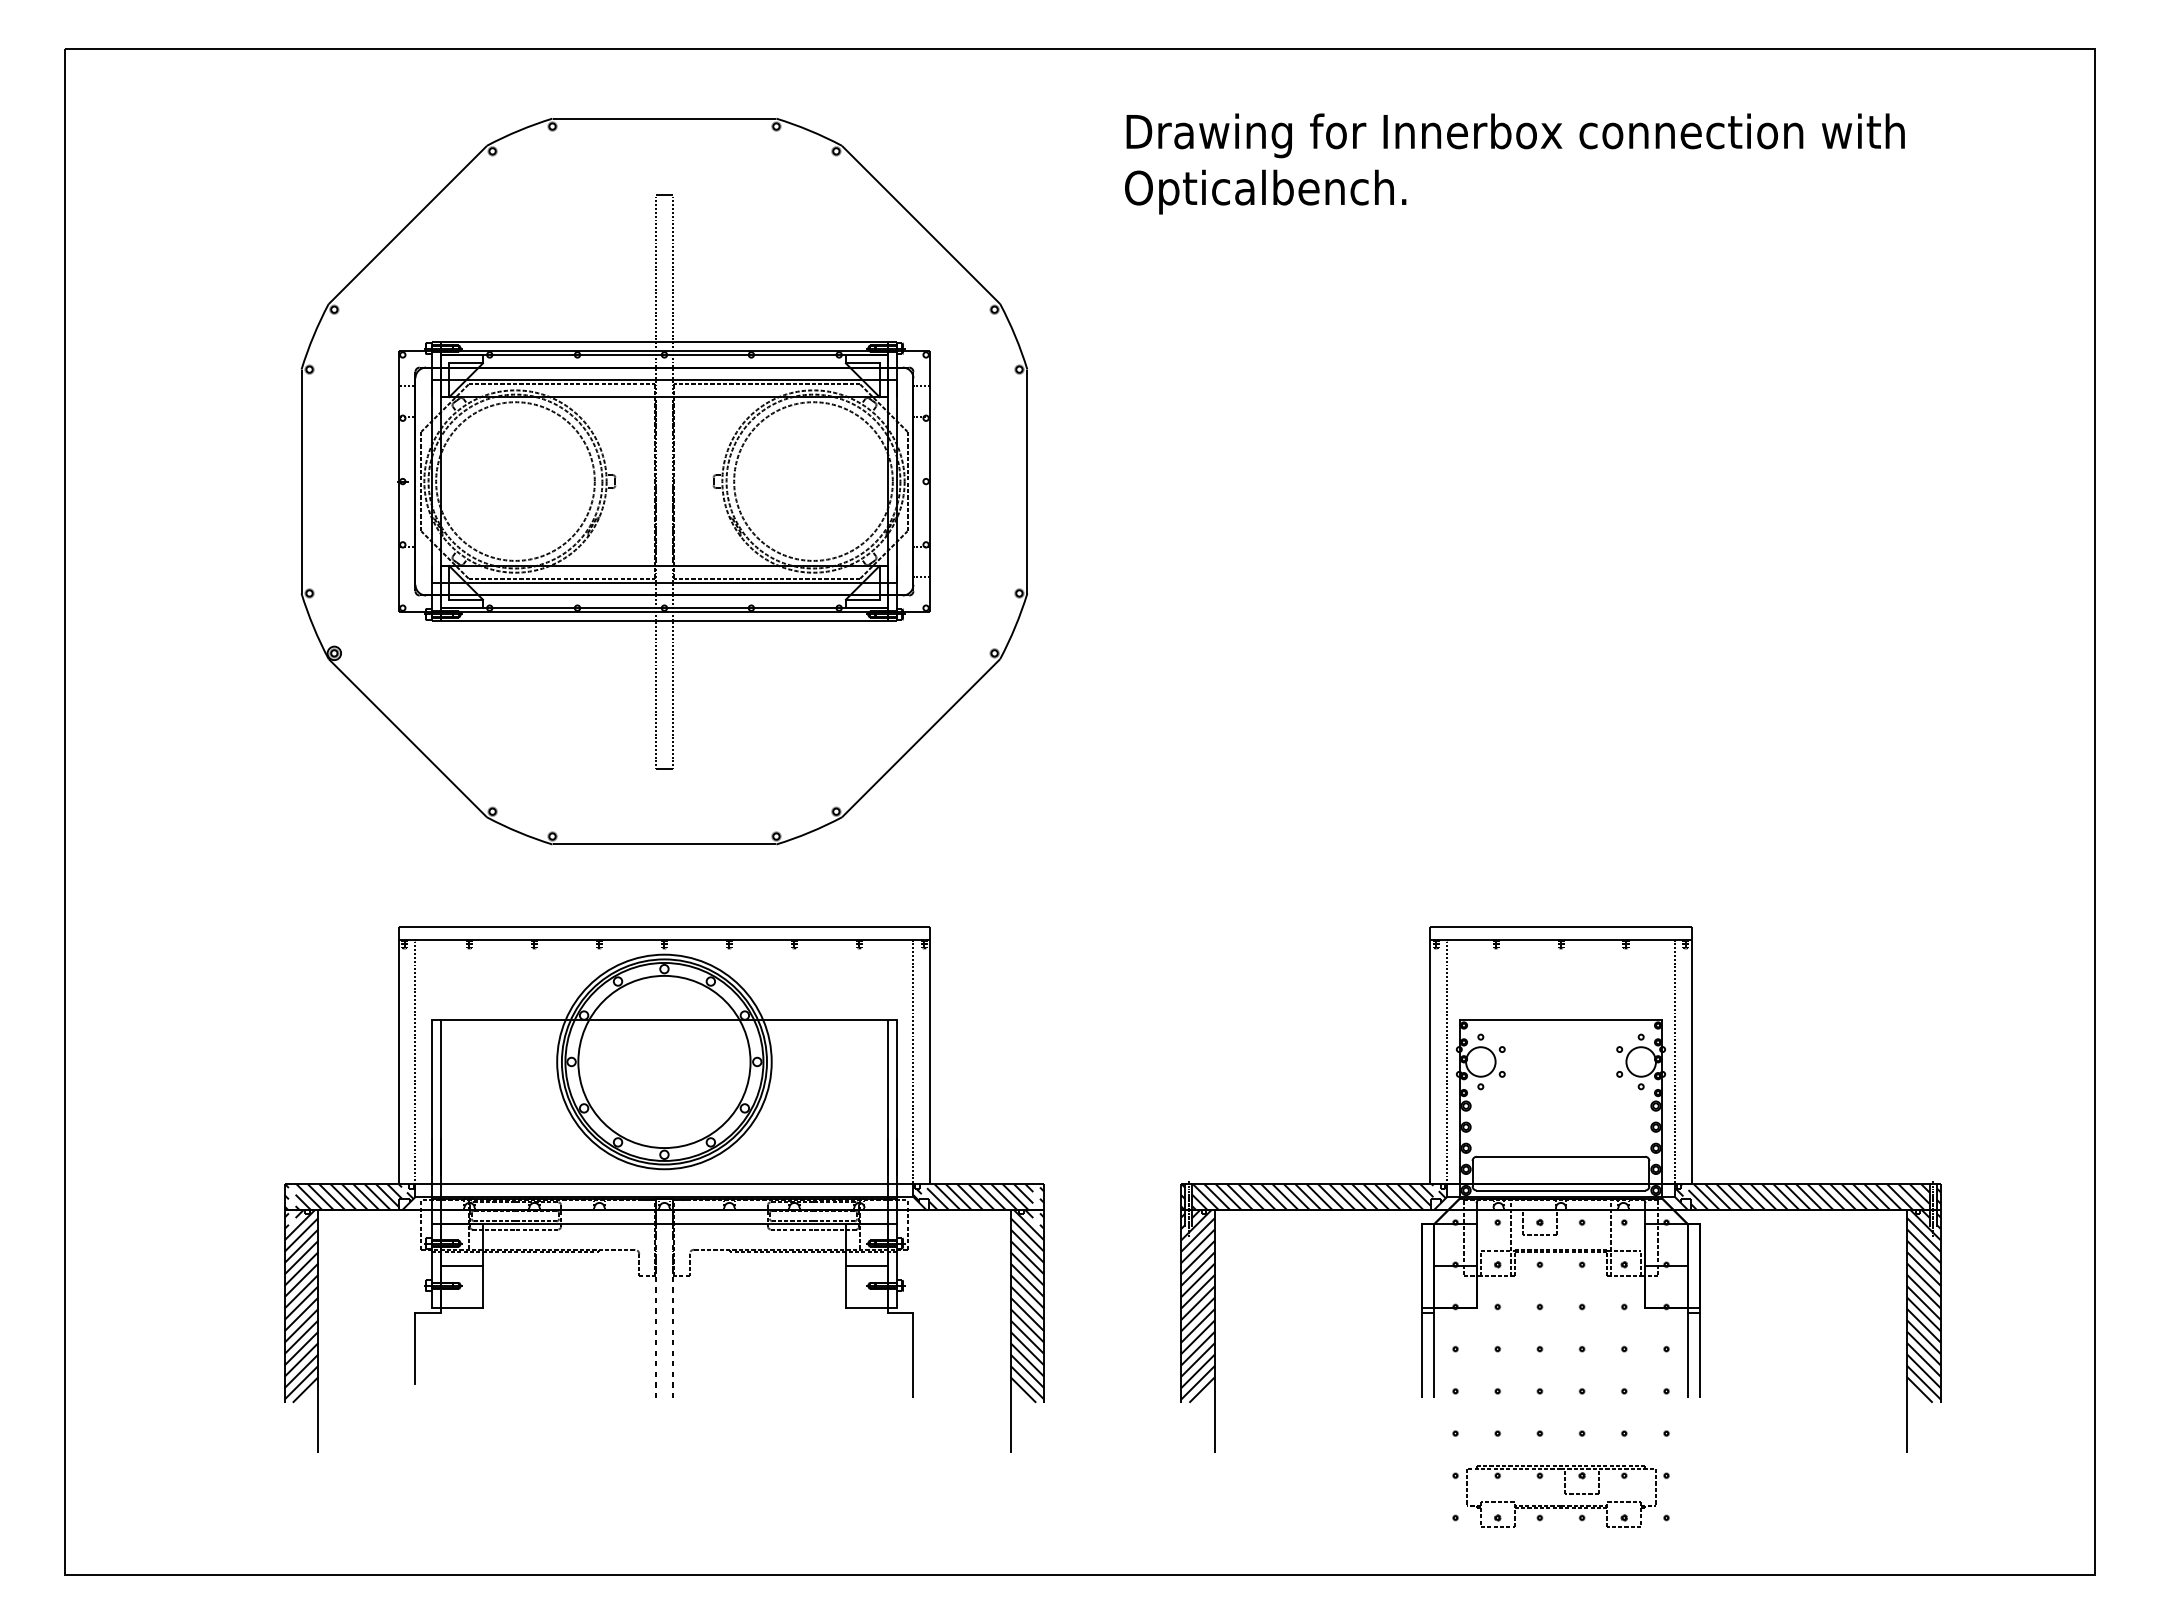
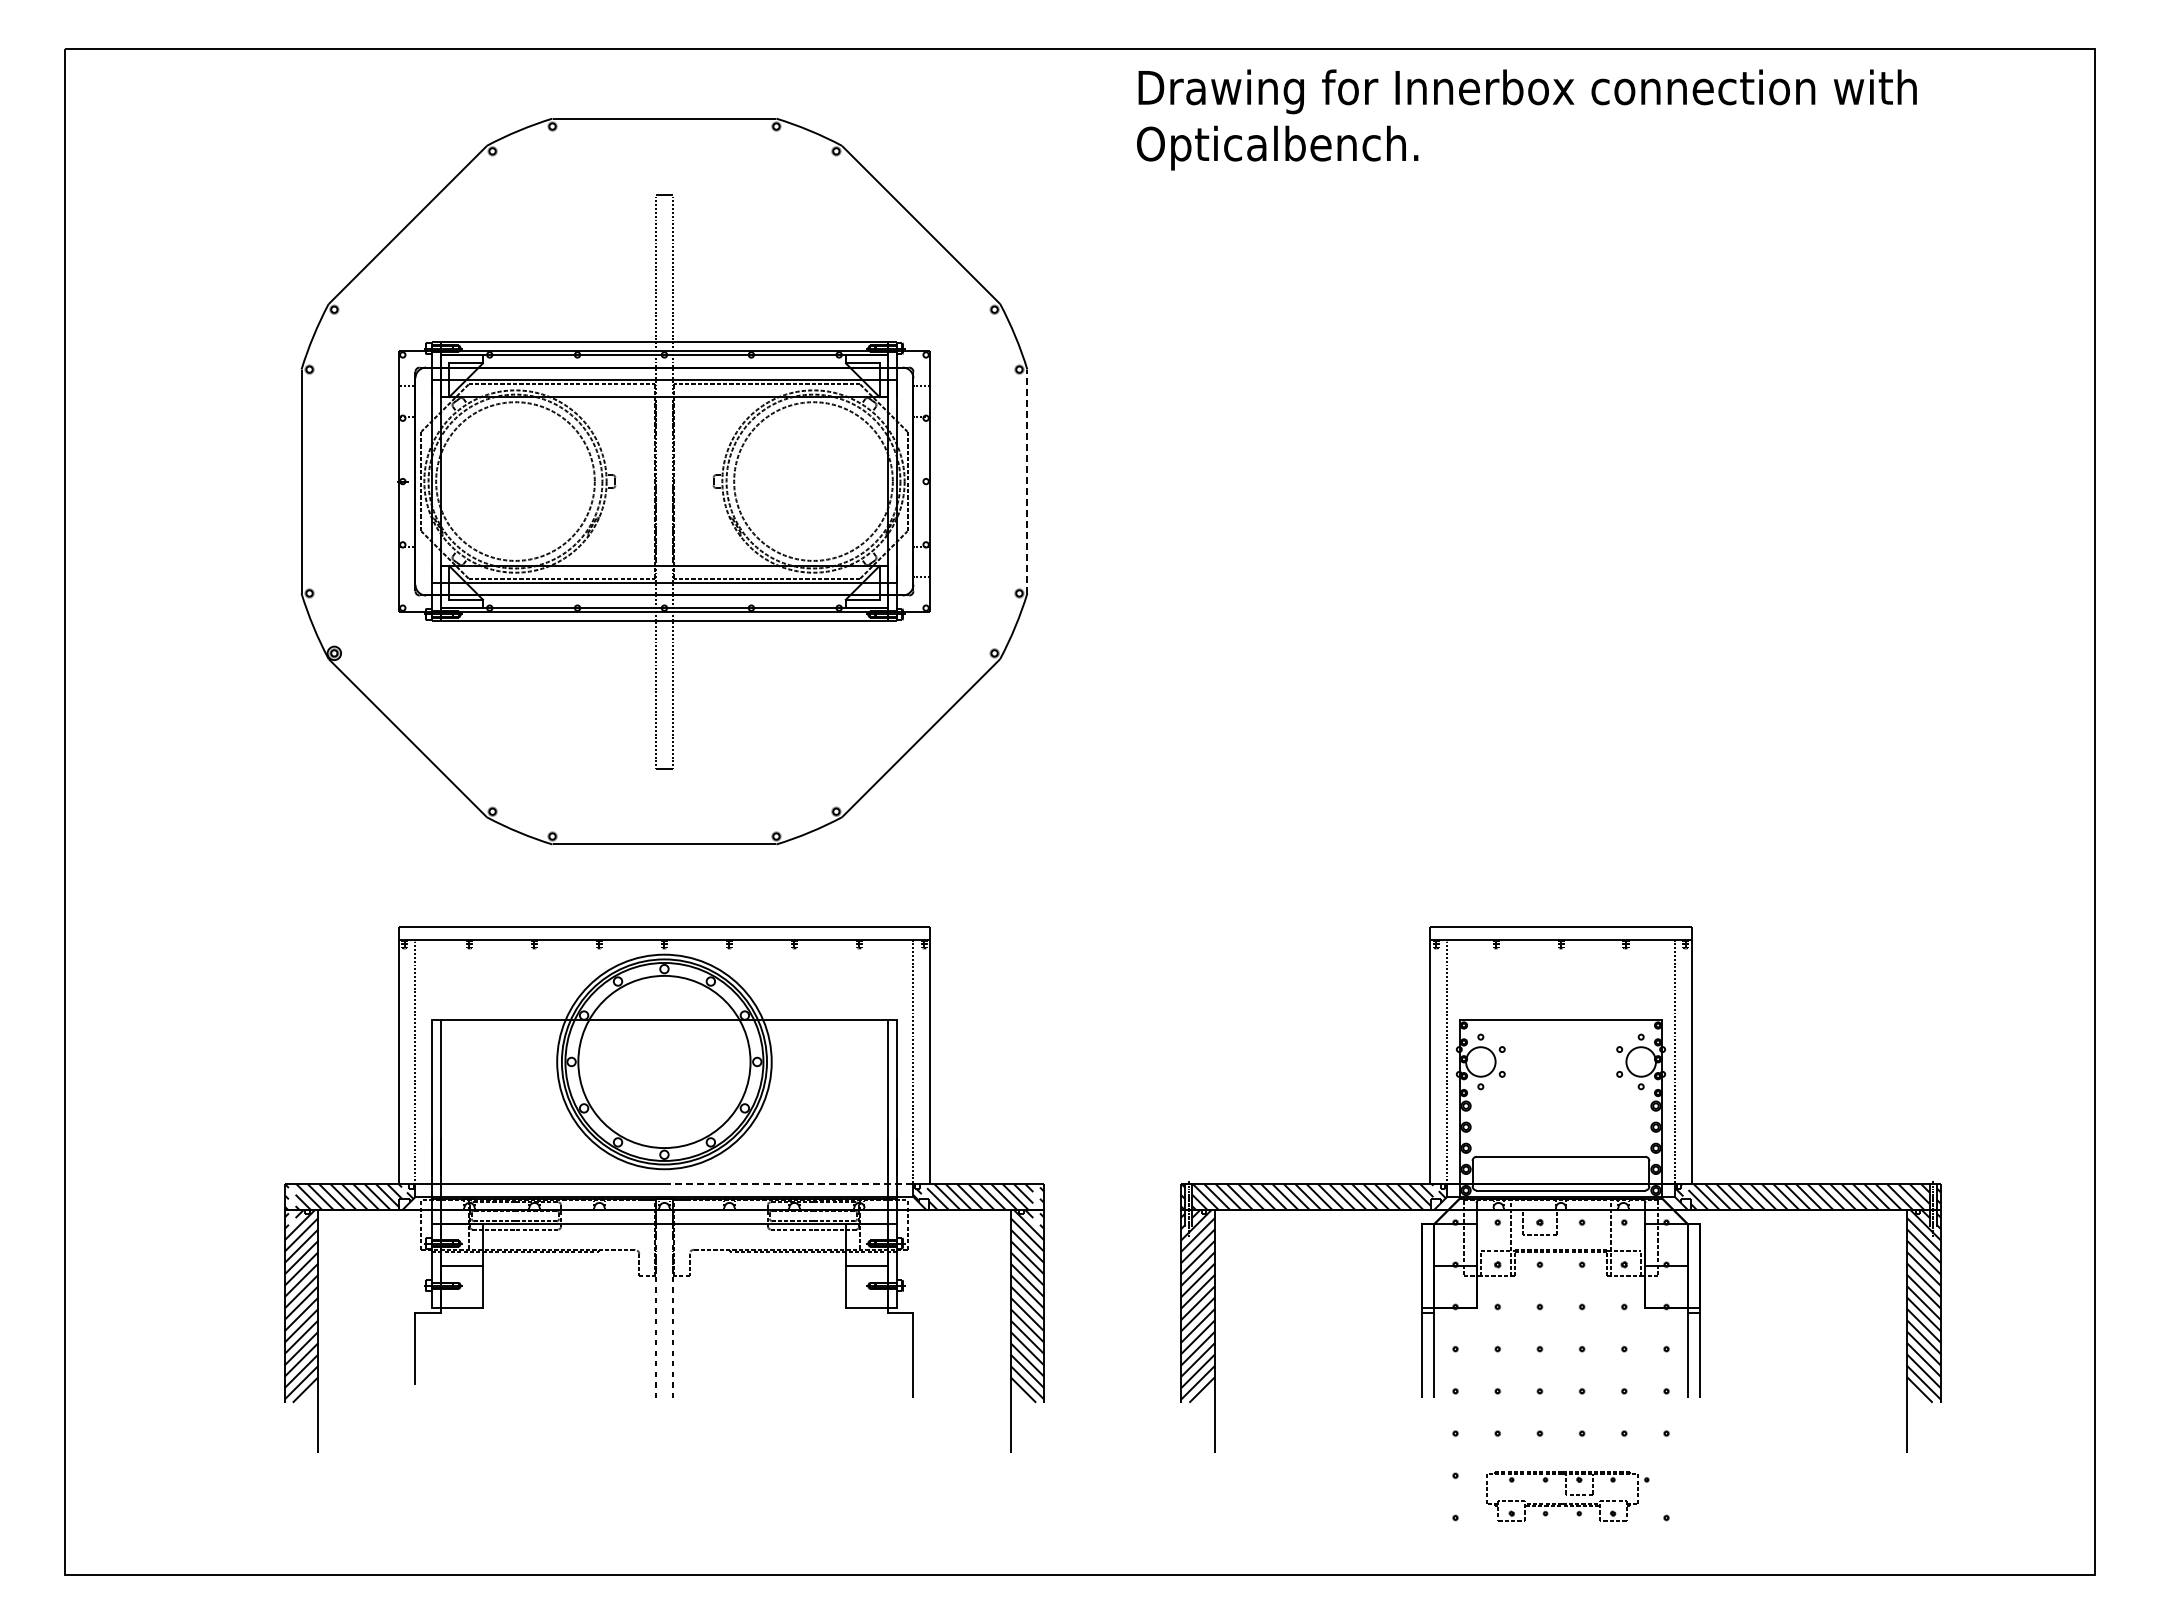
text at (1514, 163) position: (1514, 163) -> (1526, 119)
line at (1027, 481): solid -> dashed
line at (788, 1184): solid -> dashed
part at (1567, 1496) size: 204x63 px -> 164x51 px
